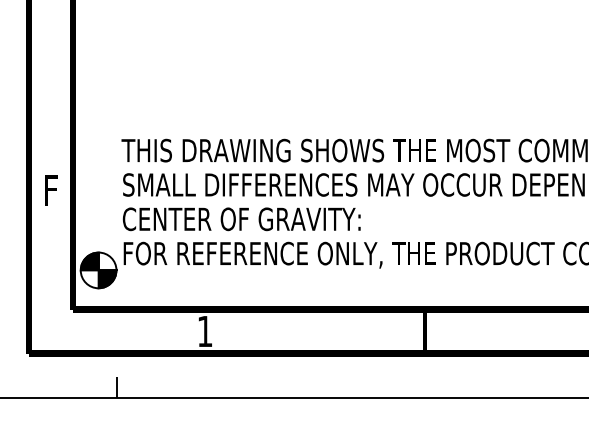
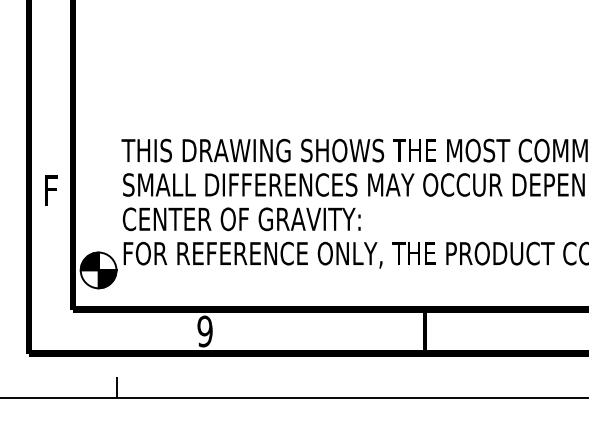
text at (204, 331): 1 -> 9
